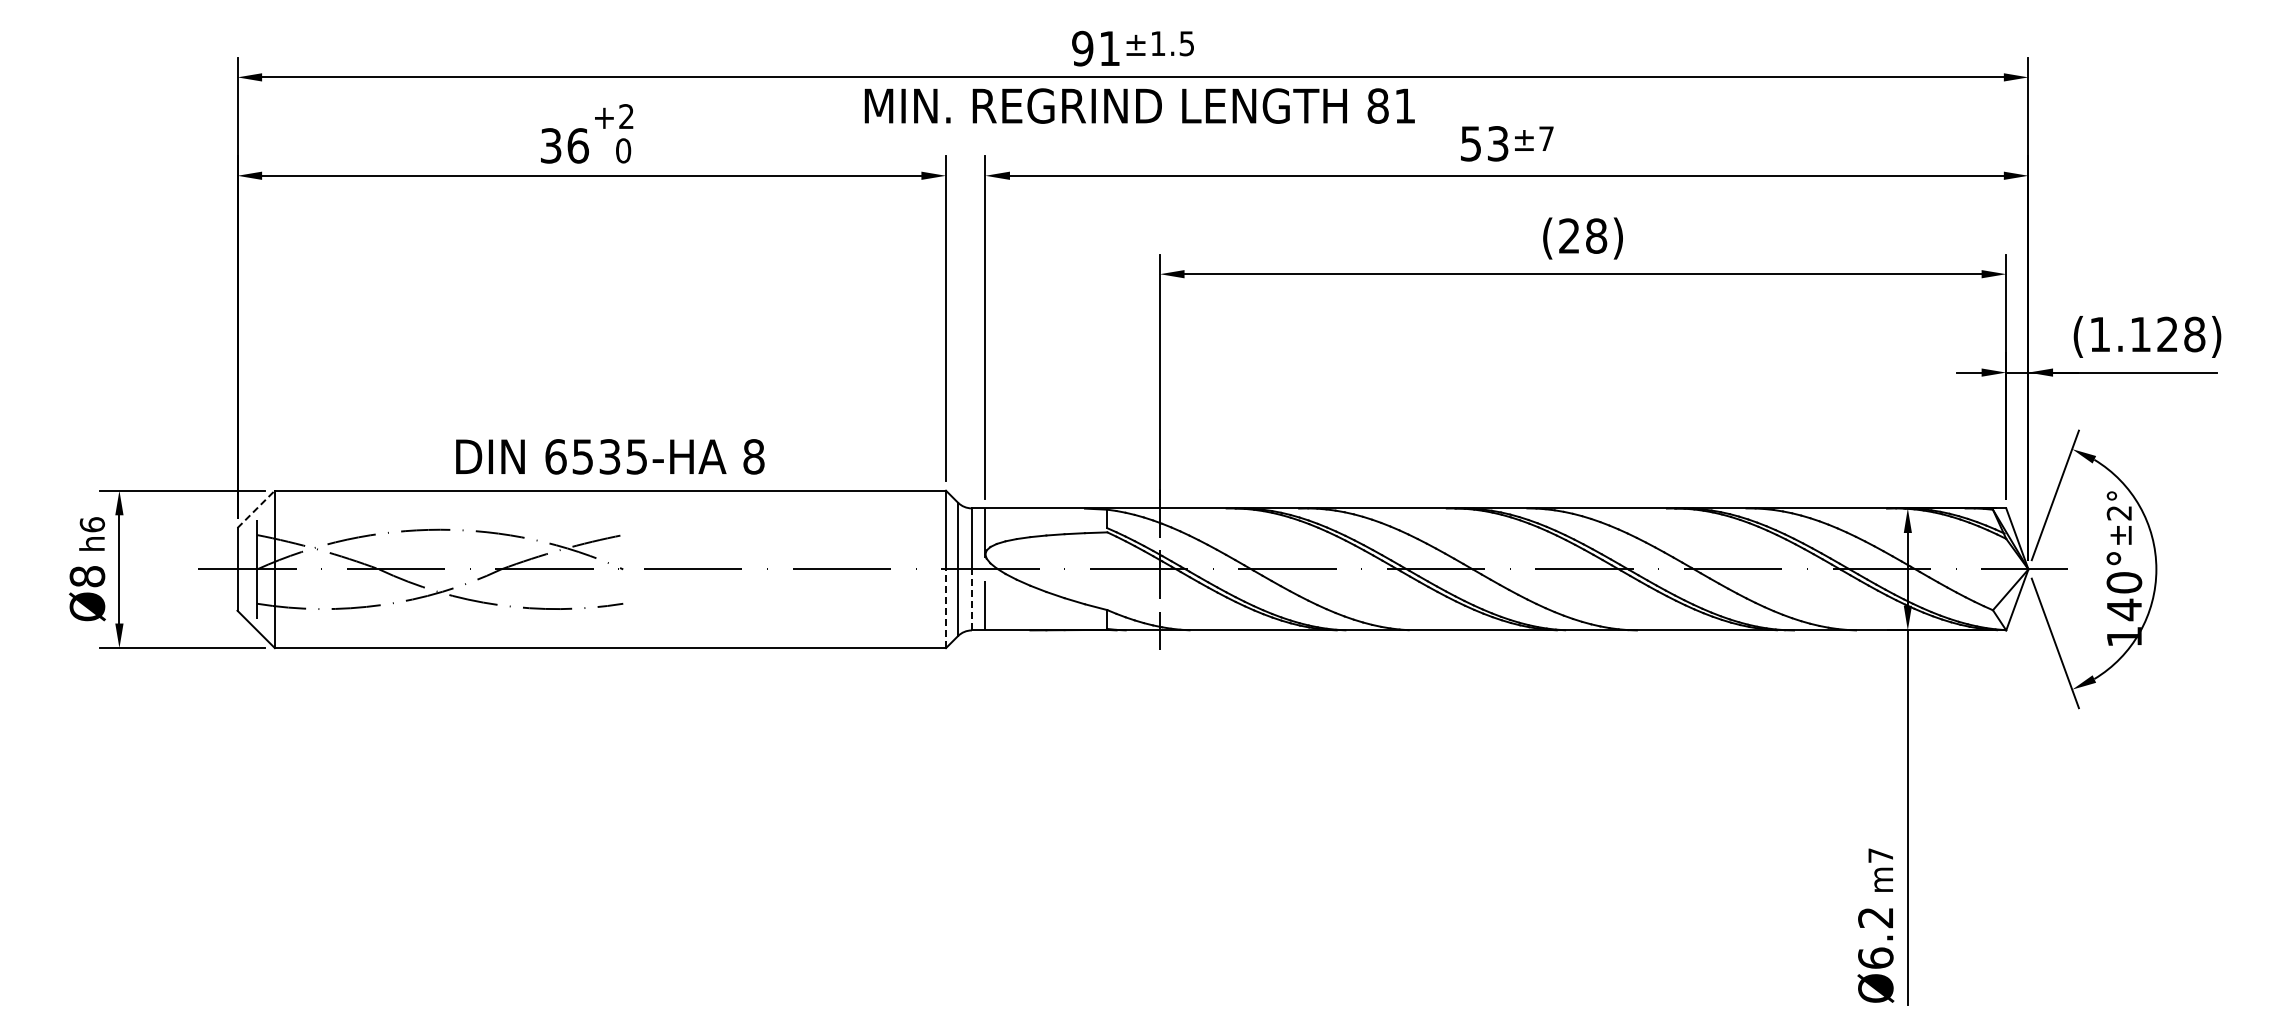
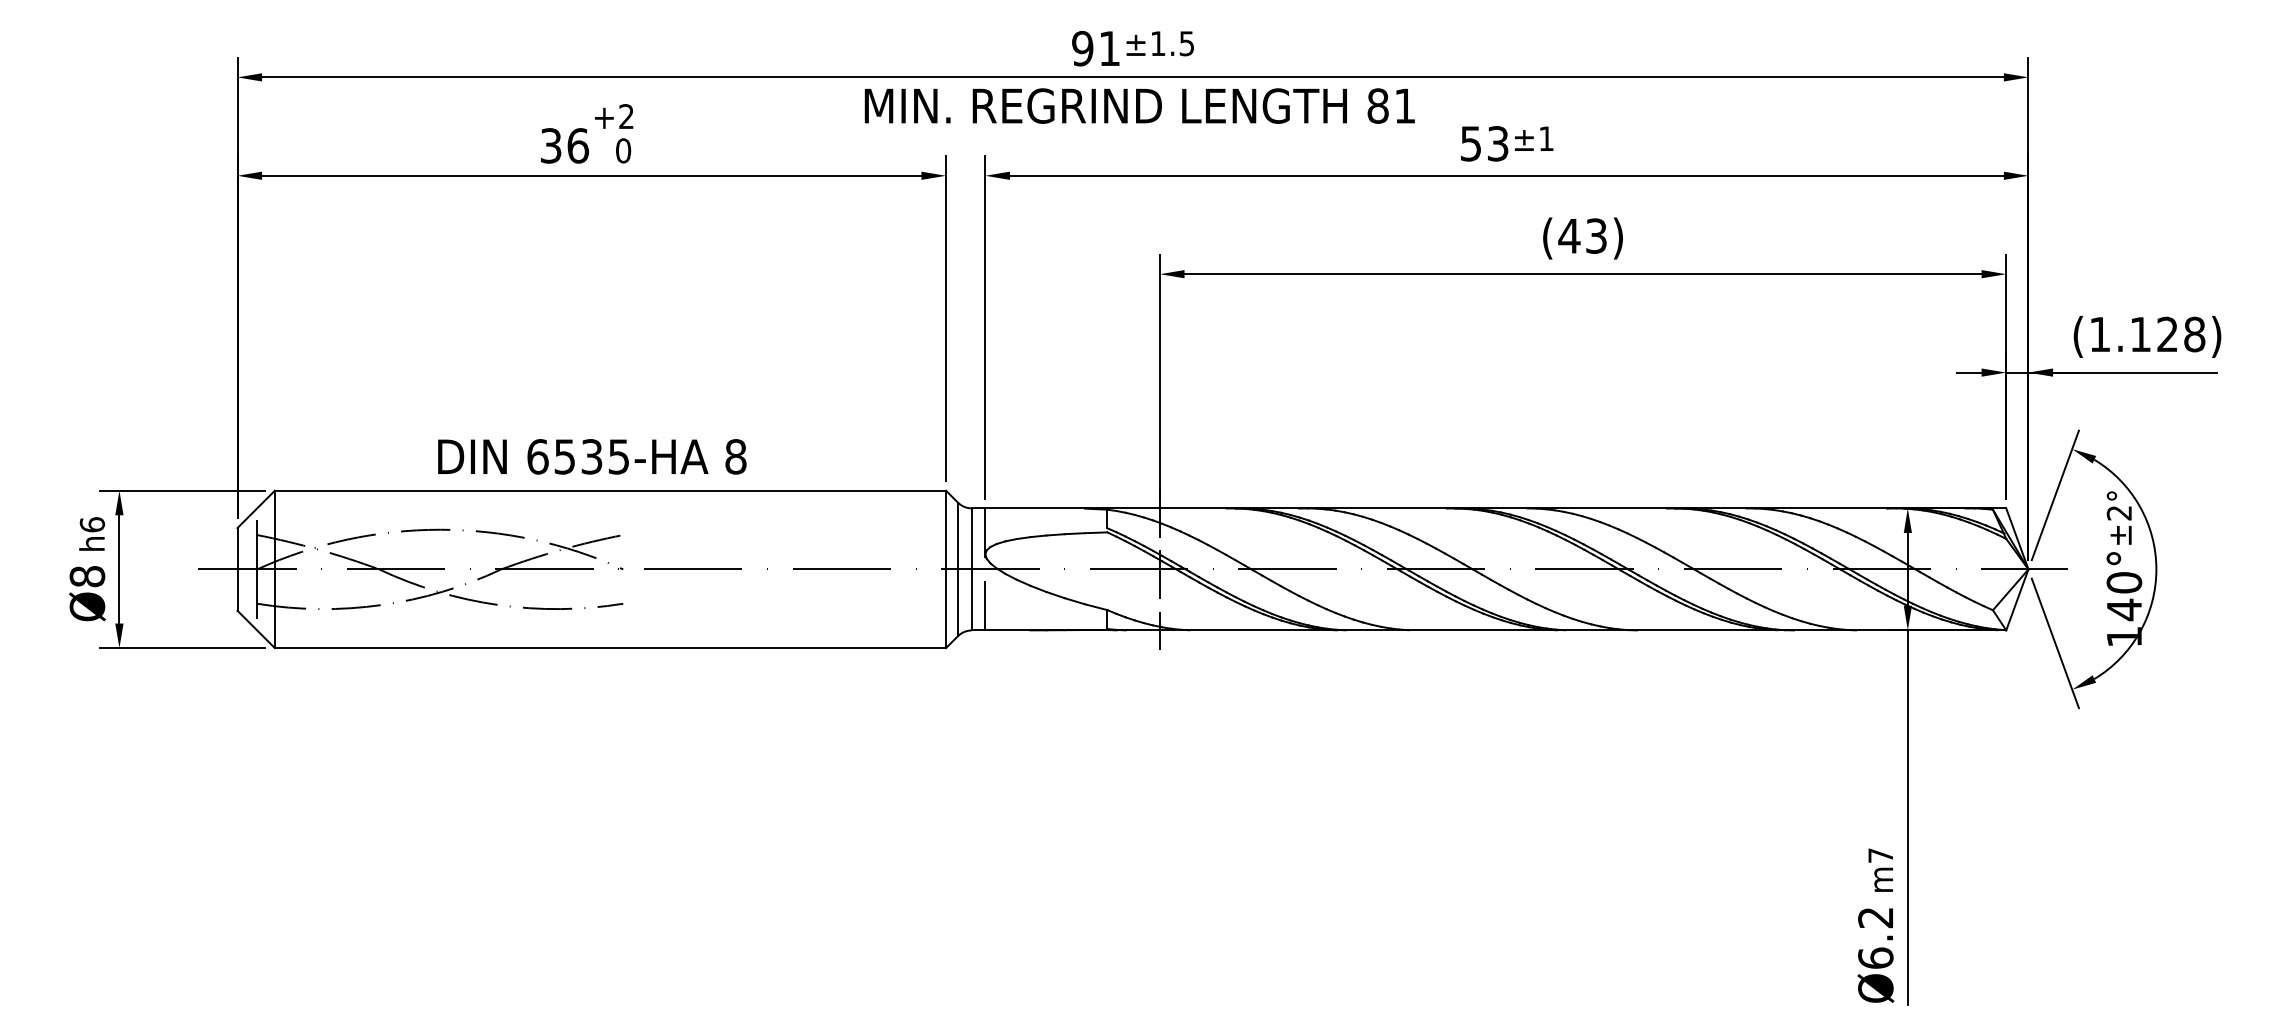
text at (1546, 138): ±7 -> ±1
text at (1582, 235): (28) -> (43)
text at (610, 456) position: (610, 456) -> (592, 456)
line at (256, 509): dashed -> solid
line at (971, 599): dashed -> solid
line at (946, 608): dashed -> solid
